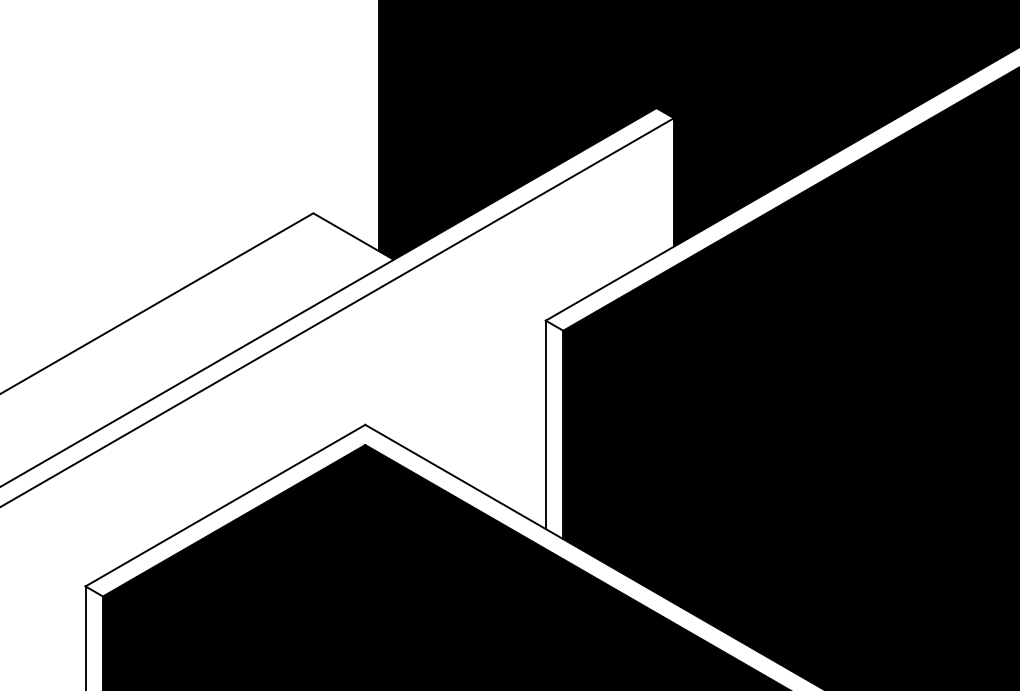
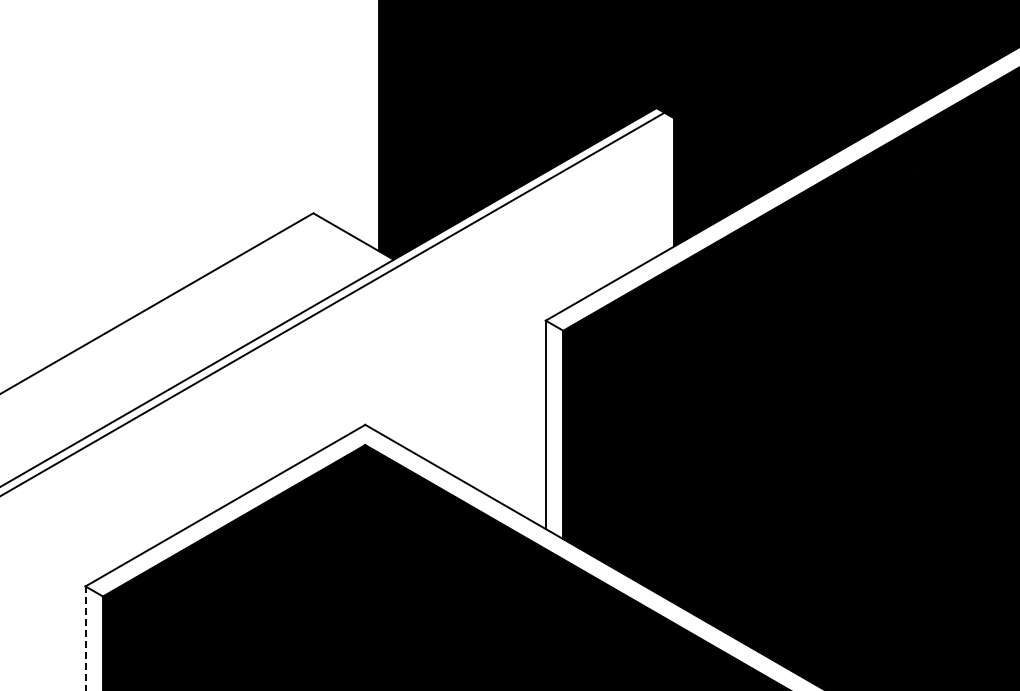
line at (338, 311) position: (338, 311) -> (335, 302)
line at (85, 638): solid -> dashed
